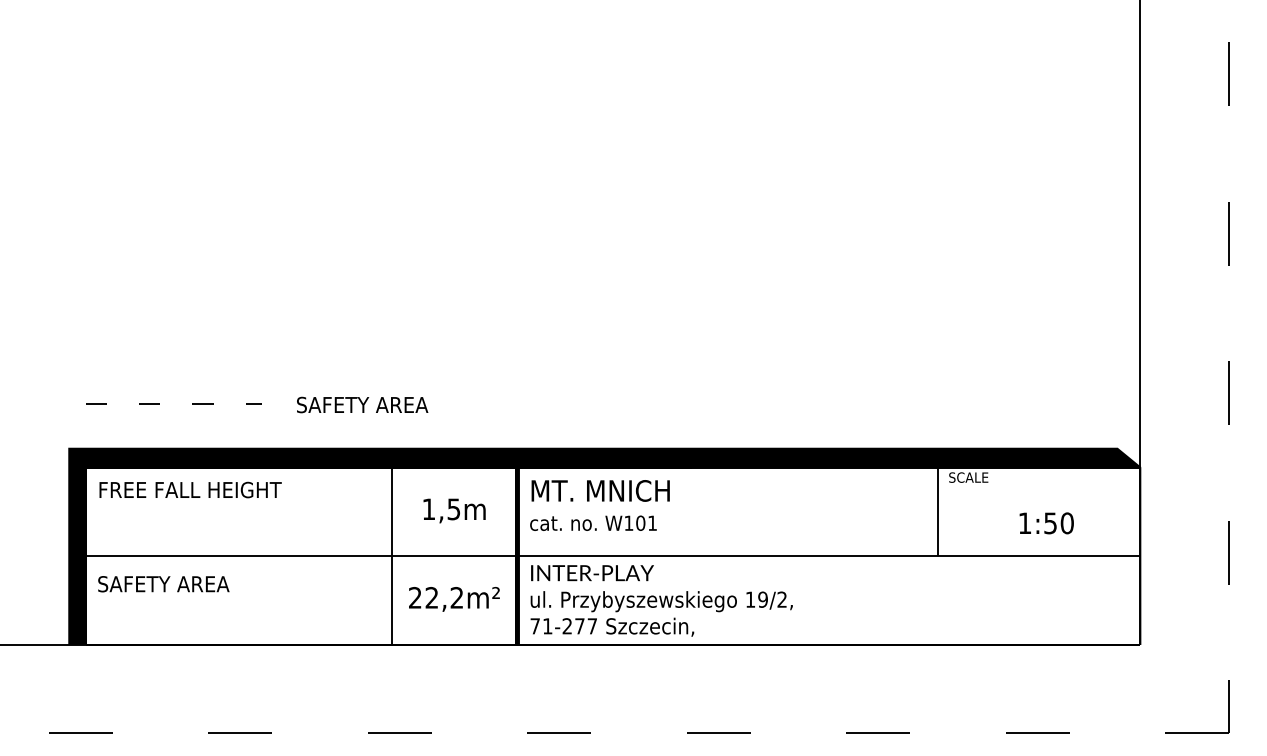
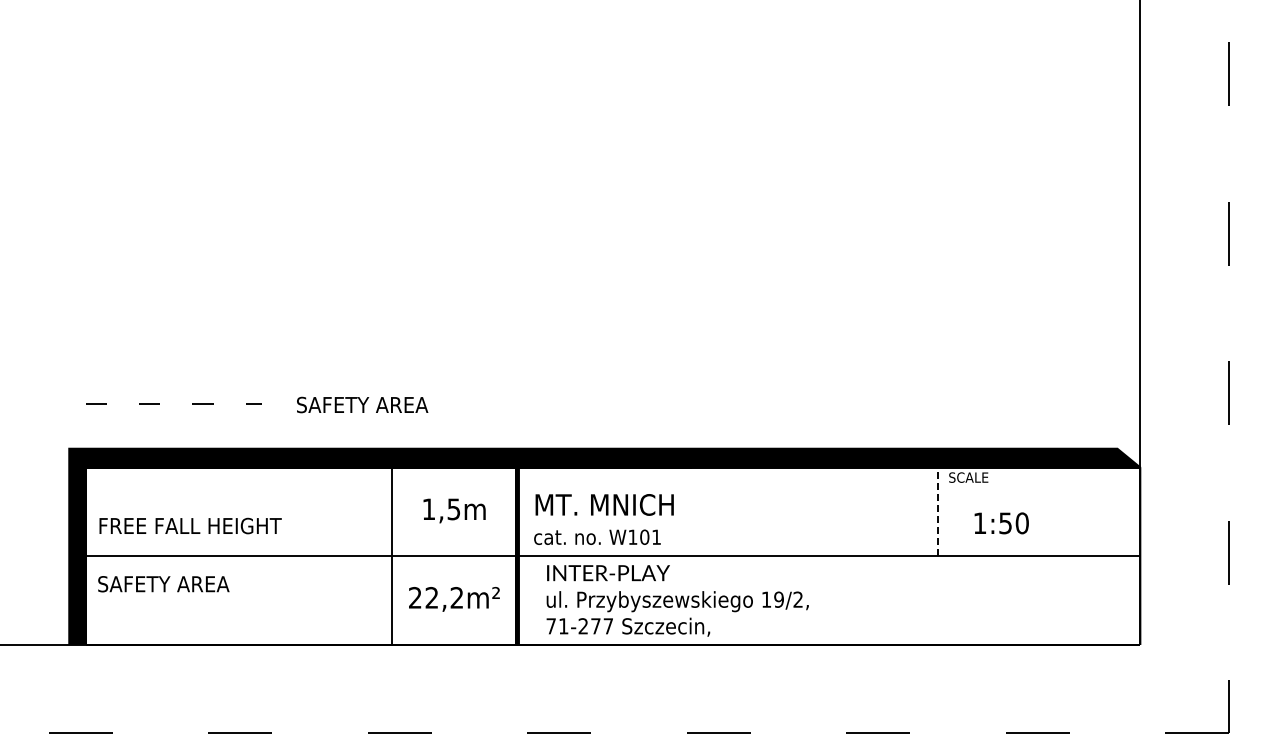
text at (190, 489) position: (190, 489) -> (190, 525)
text at (599, 505) position: (599, 505) -> (603, 519)
line at (938, 511): solid -> dashed
text at (1046, 523) position: (1046, 523) -> (1001, 523)
text at (661, 600) position: (661, 600) -> (677, 600)
